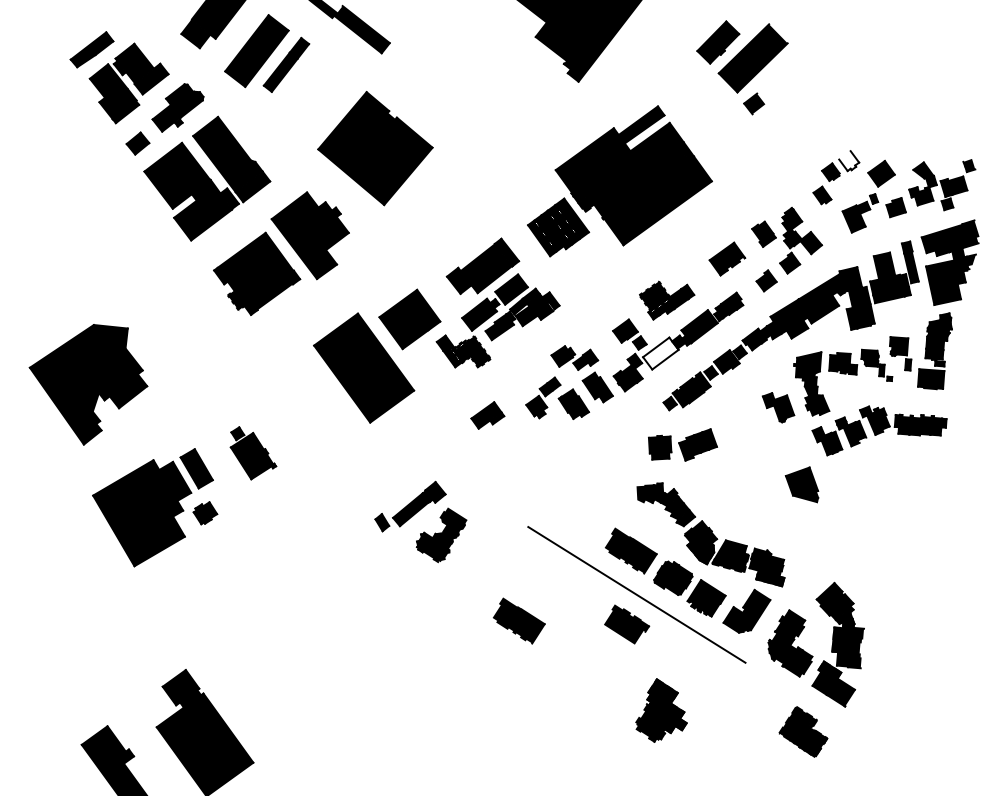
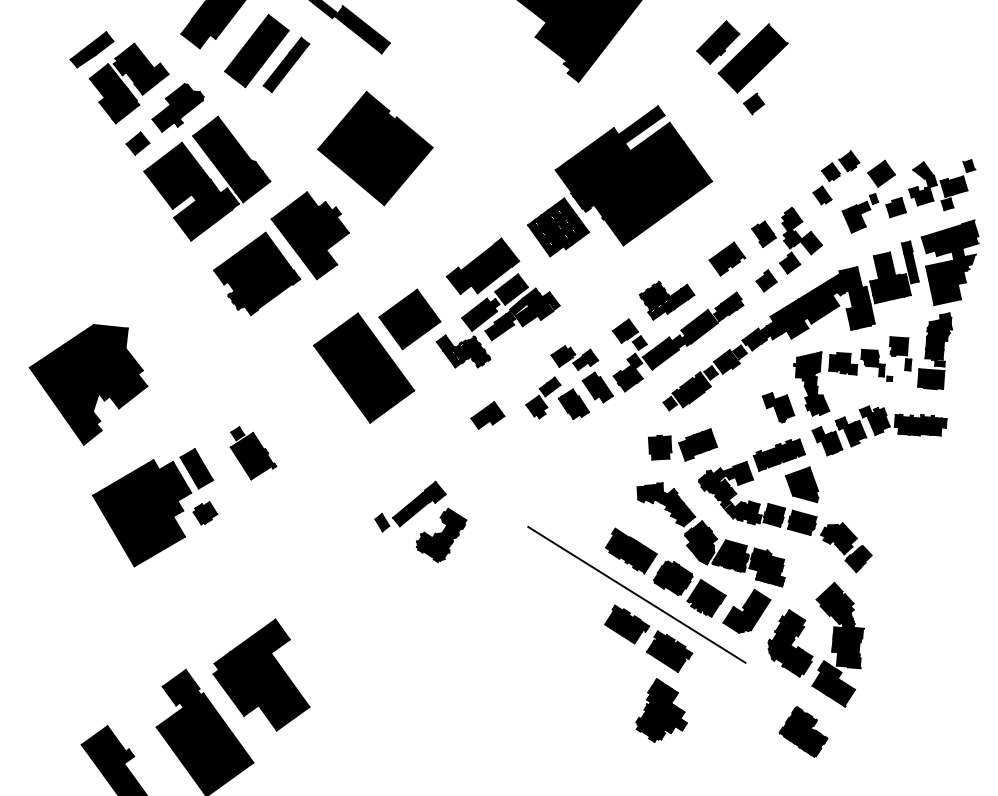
fill at (849, 160): none -> present
fill at (660, 353): none -> present
part at (785, 505): none -> present
part at (518, 620): present -> none
part at (669, 651): none -> present
part at (261, 674): none -> present
